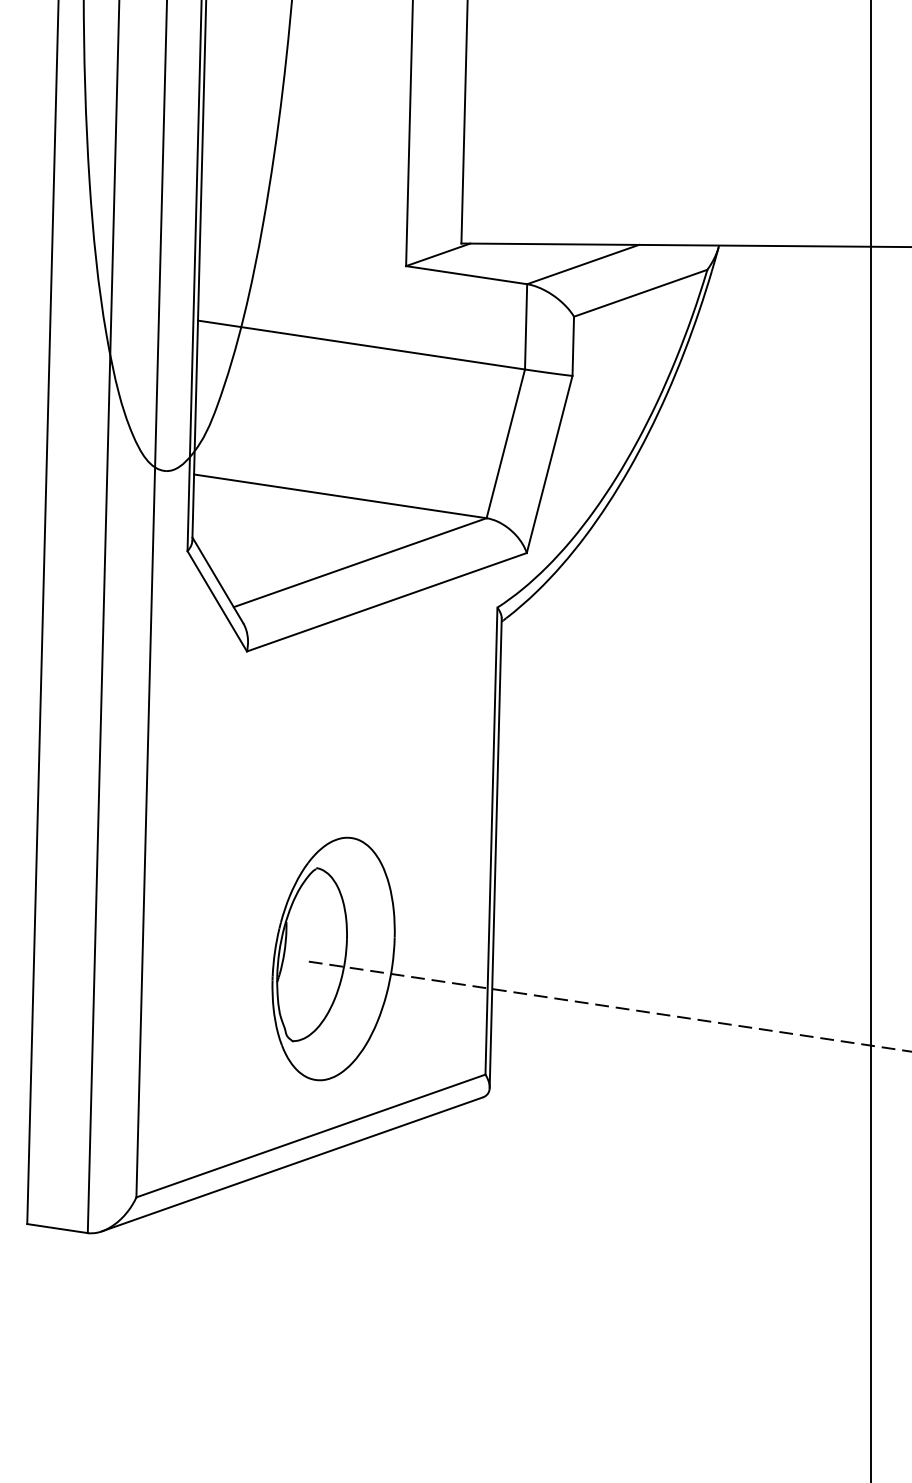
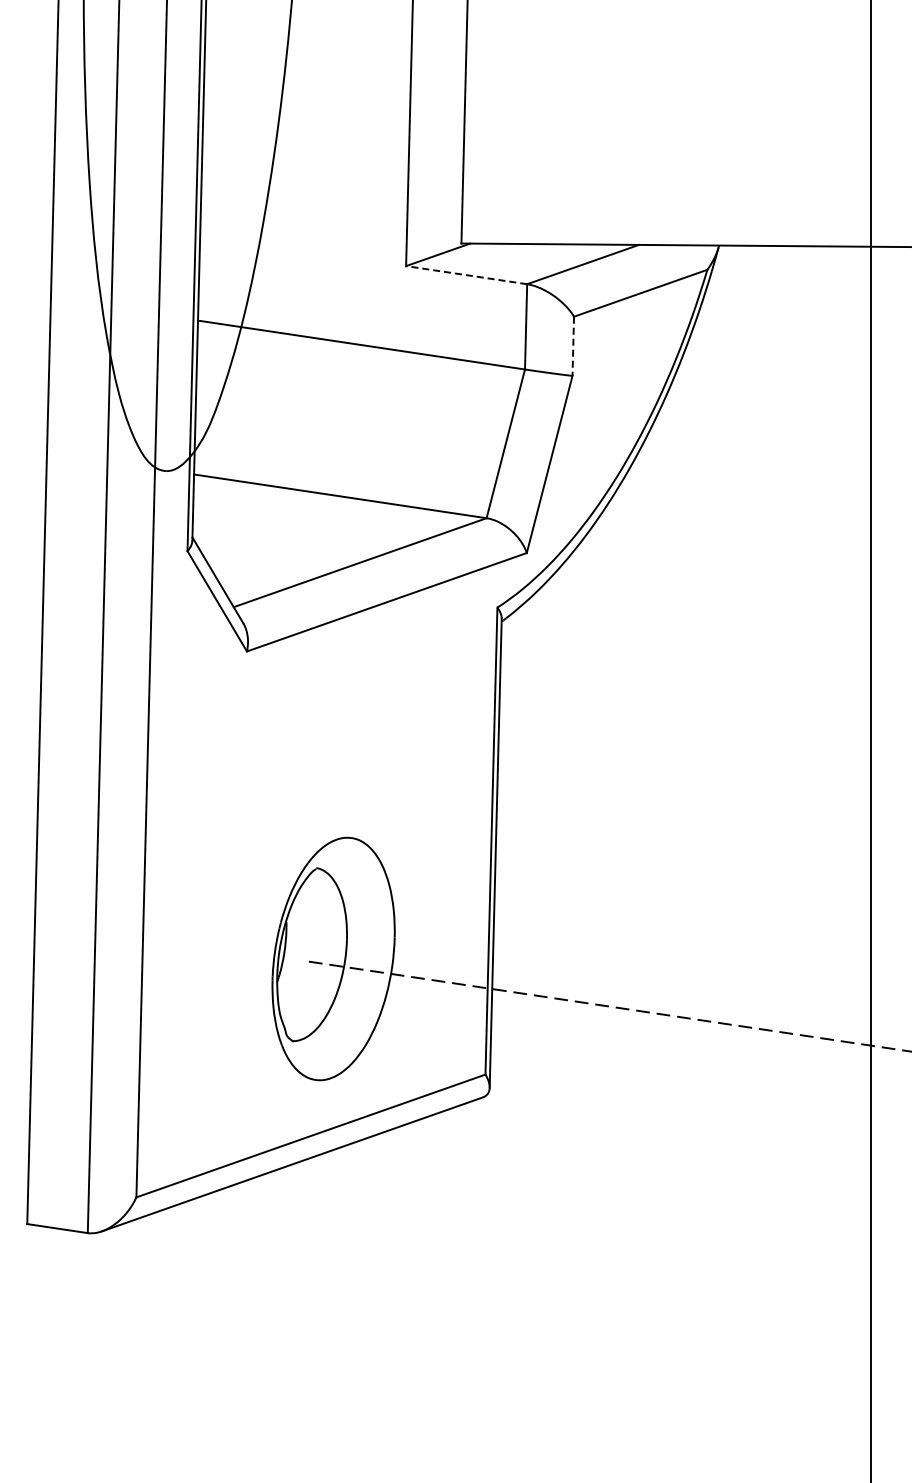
line at (466, 275): solid -> dashed
line at (573, 346): solid -> dashed
